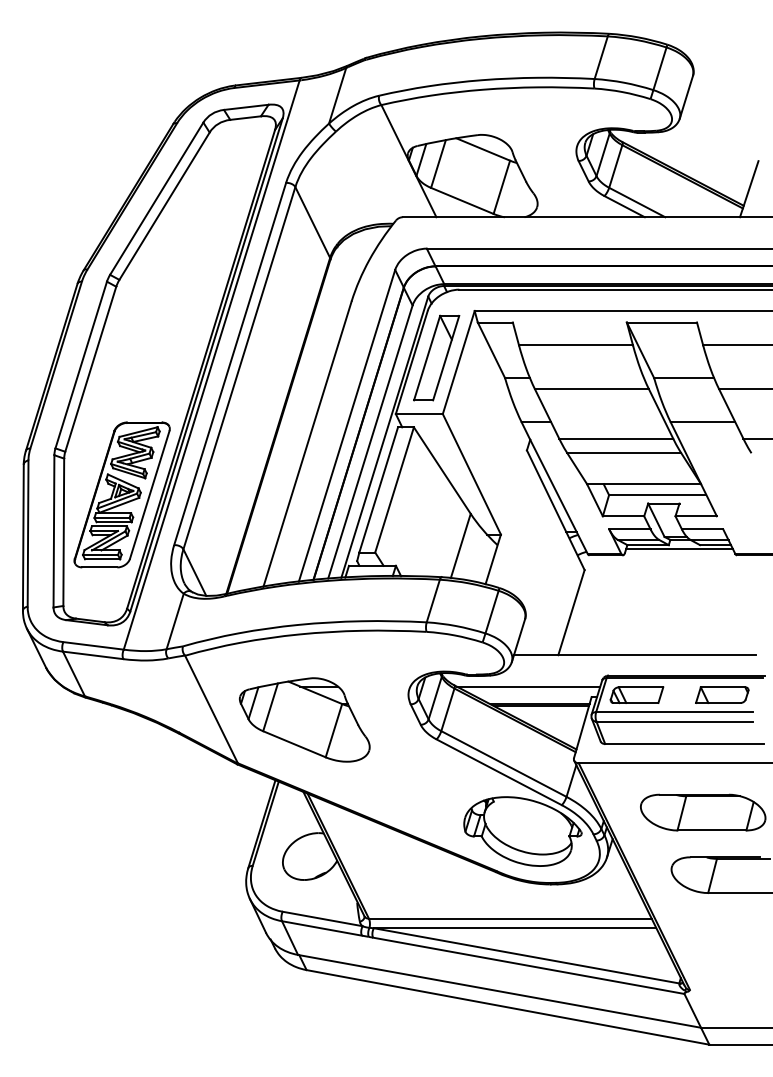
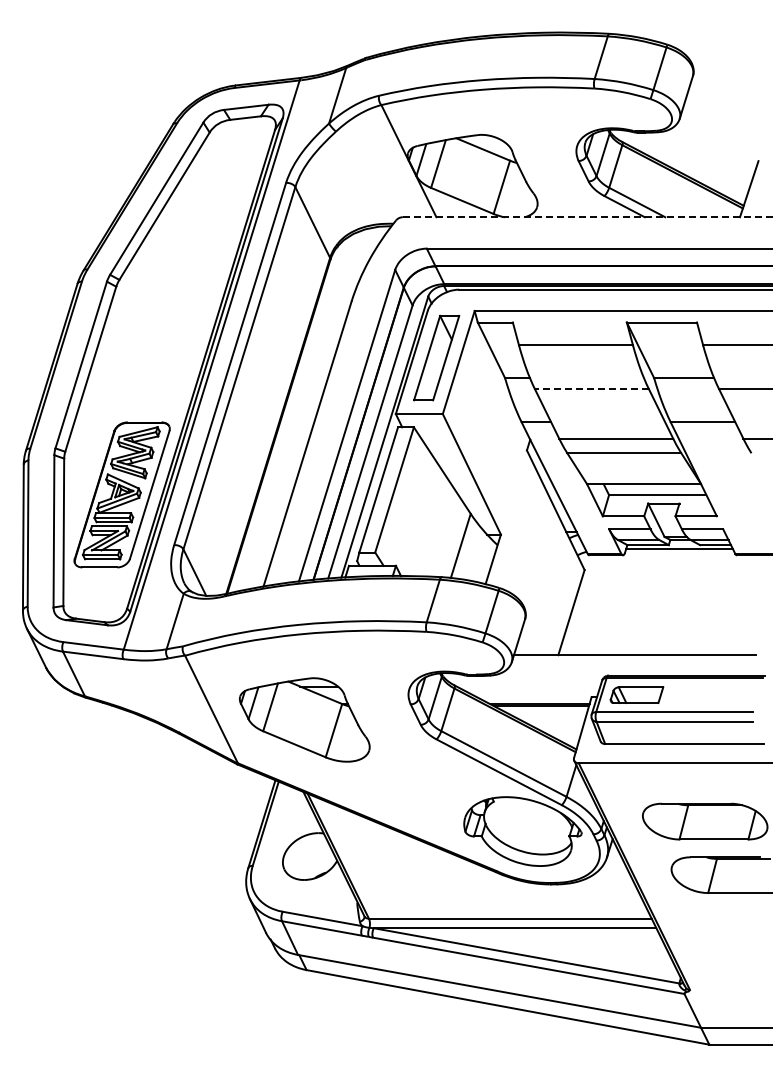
line at (587, 217): solid -> dashed
line at (592, 389): solid -> dashed
line at (528, 686): present -> none
part at (722, 694): present -> none
part at (703, 812) position: (703, 812) -> (705, 821)
